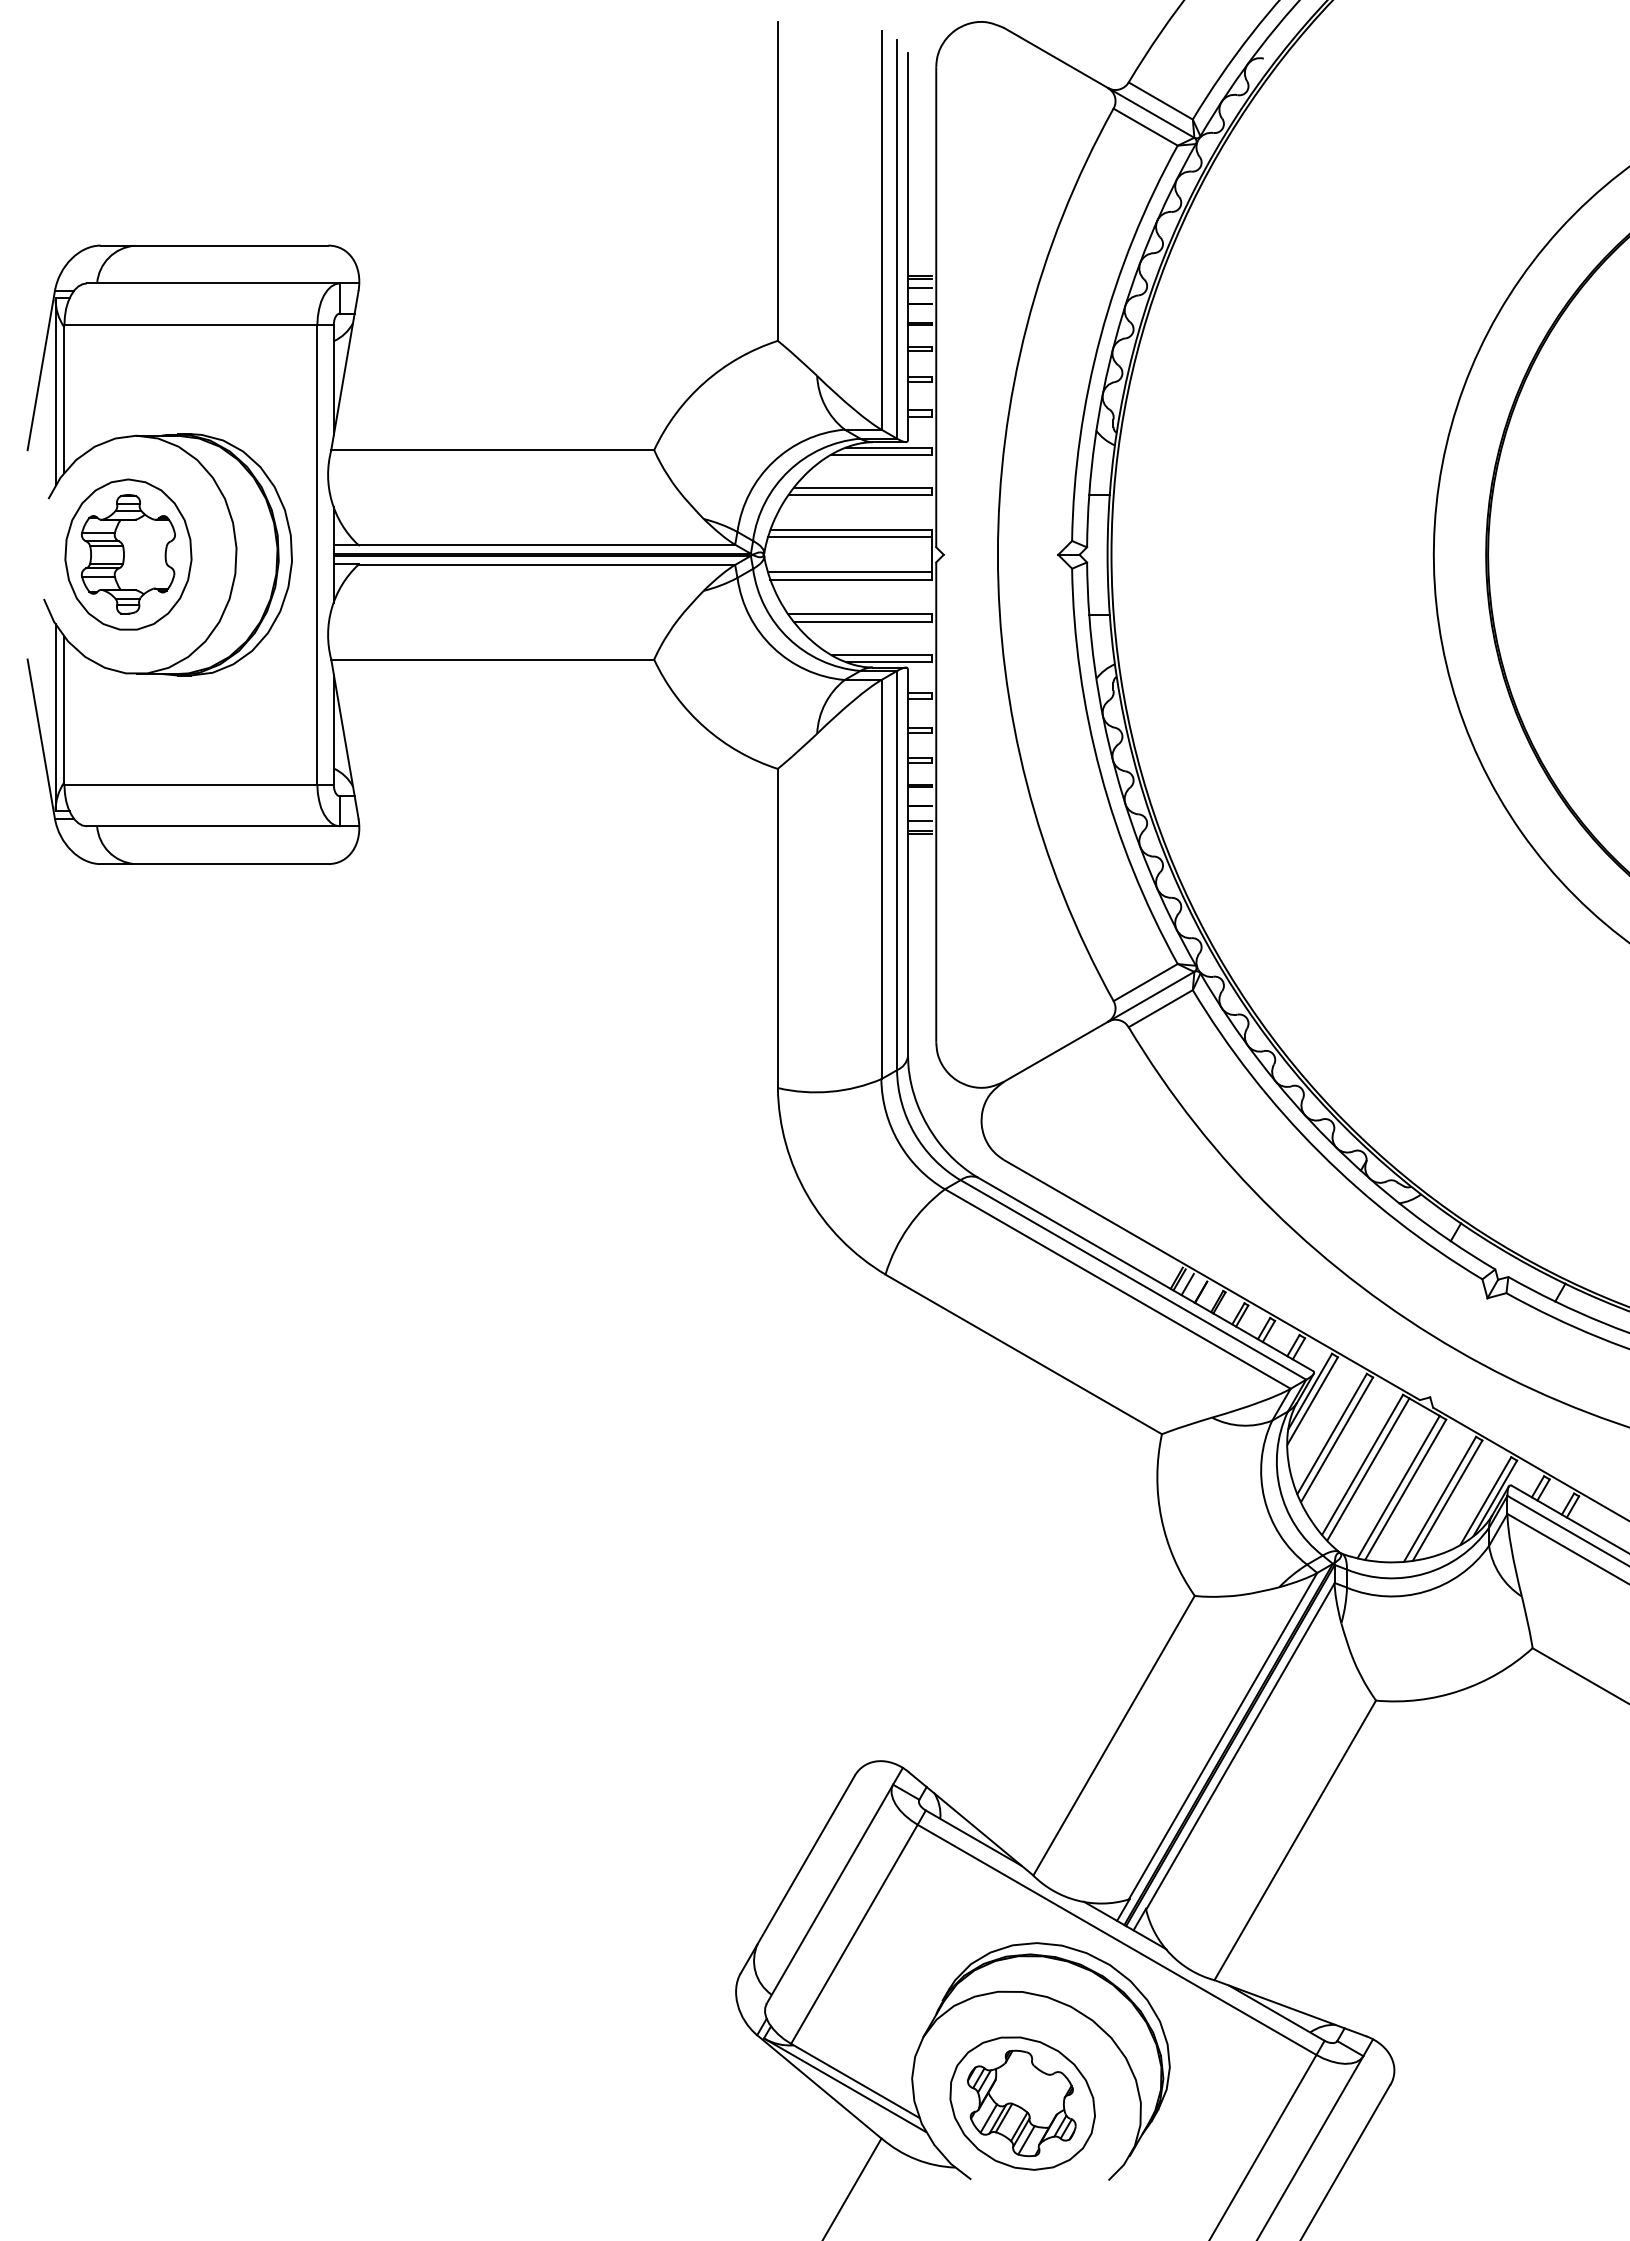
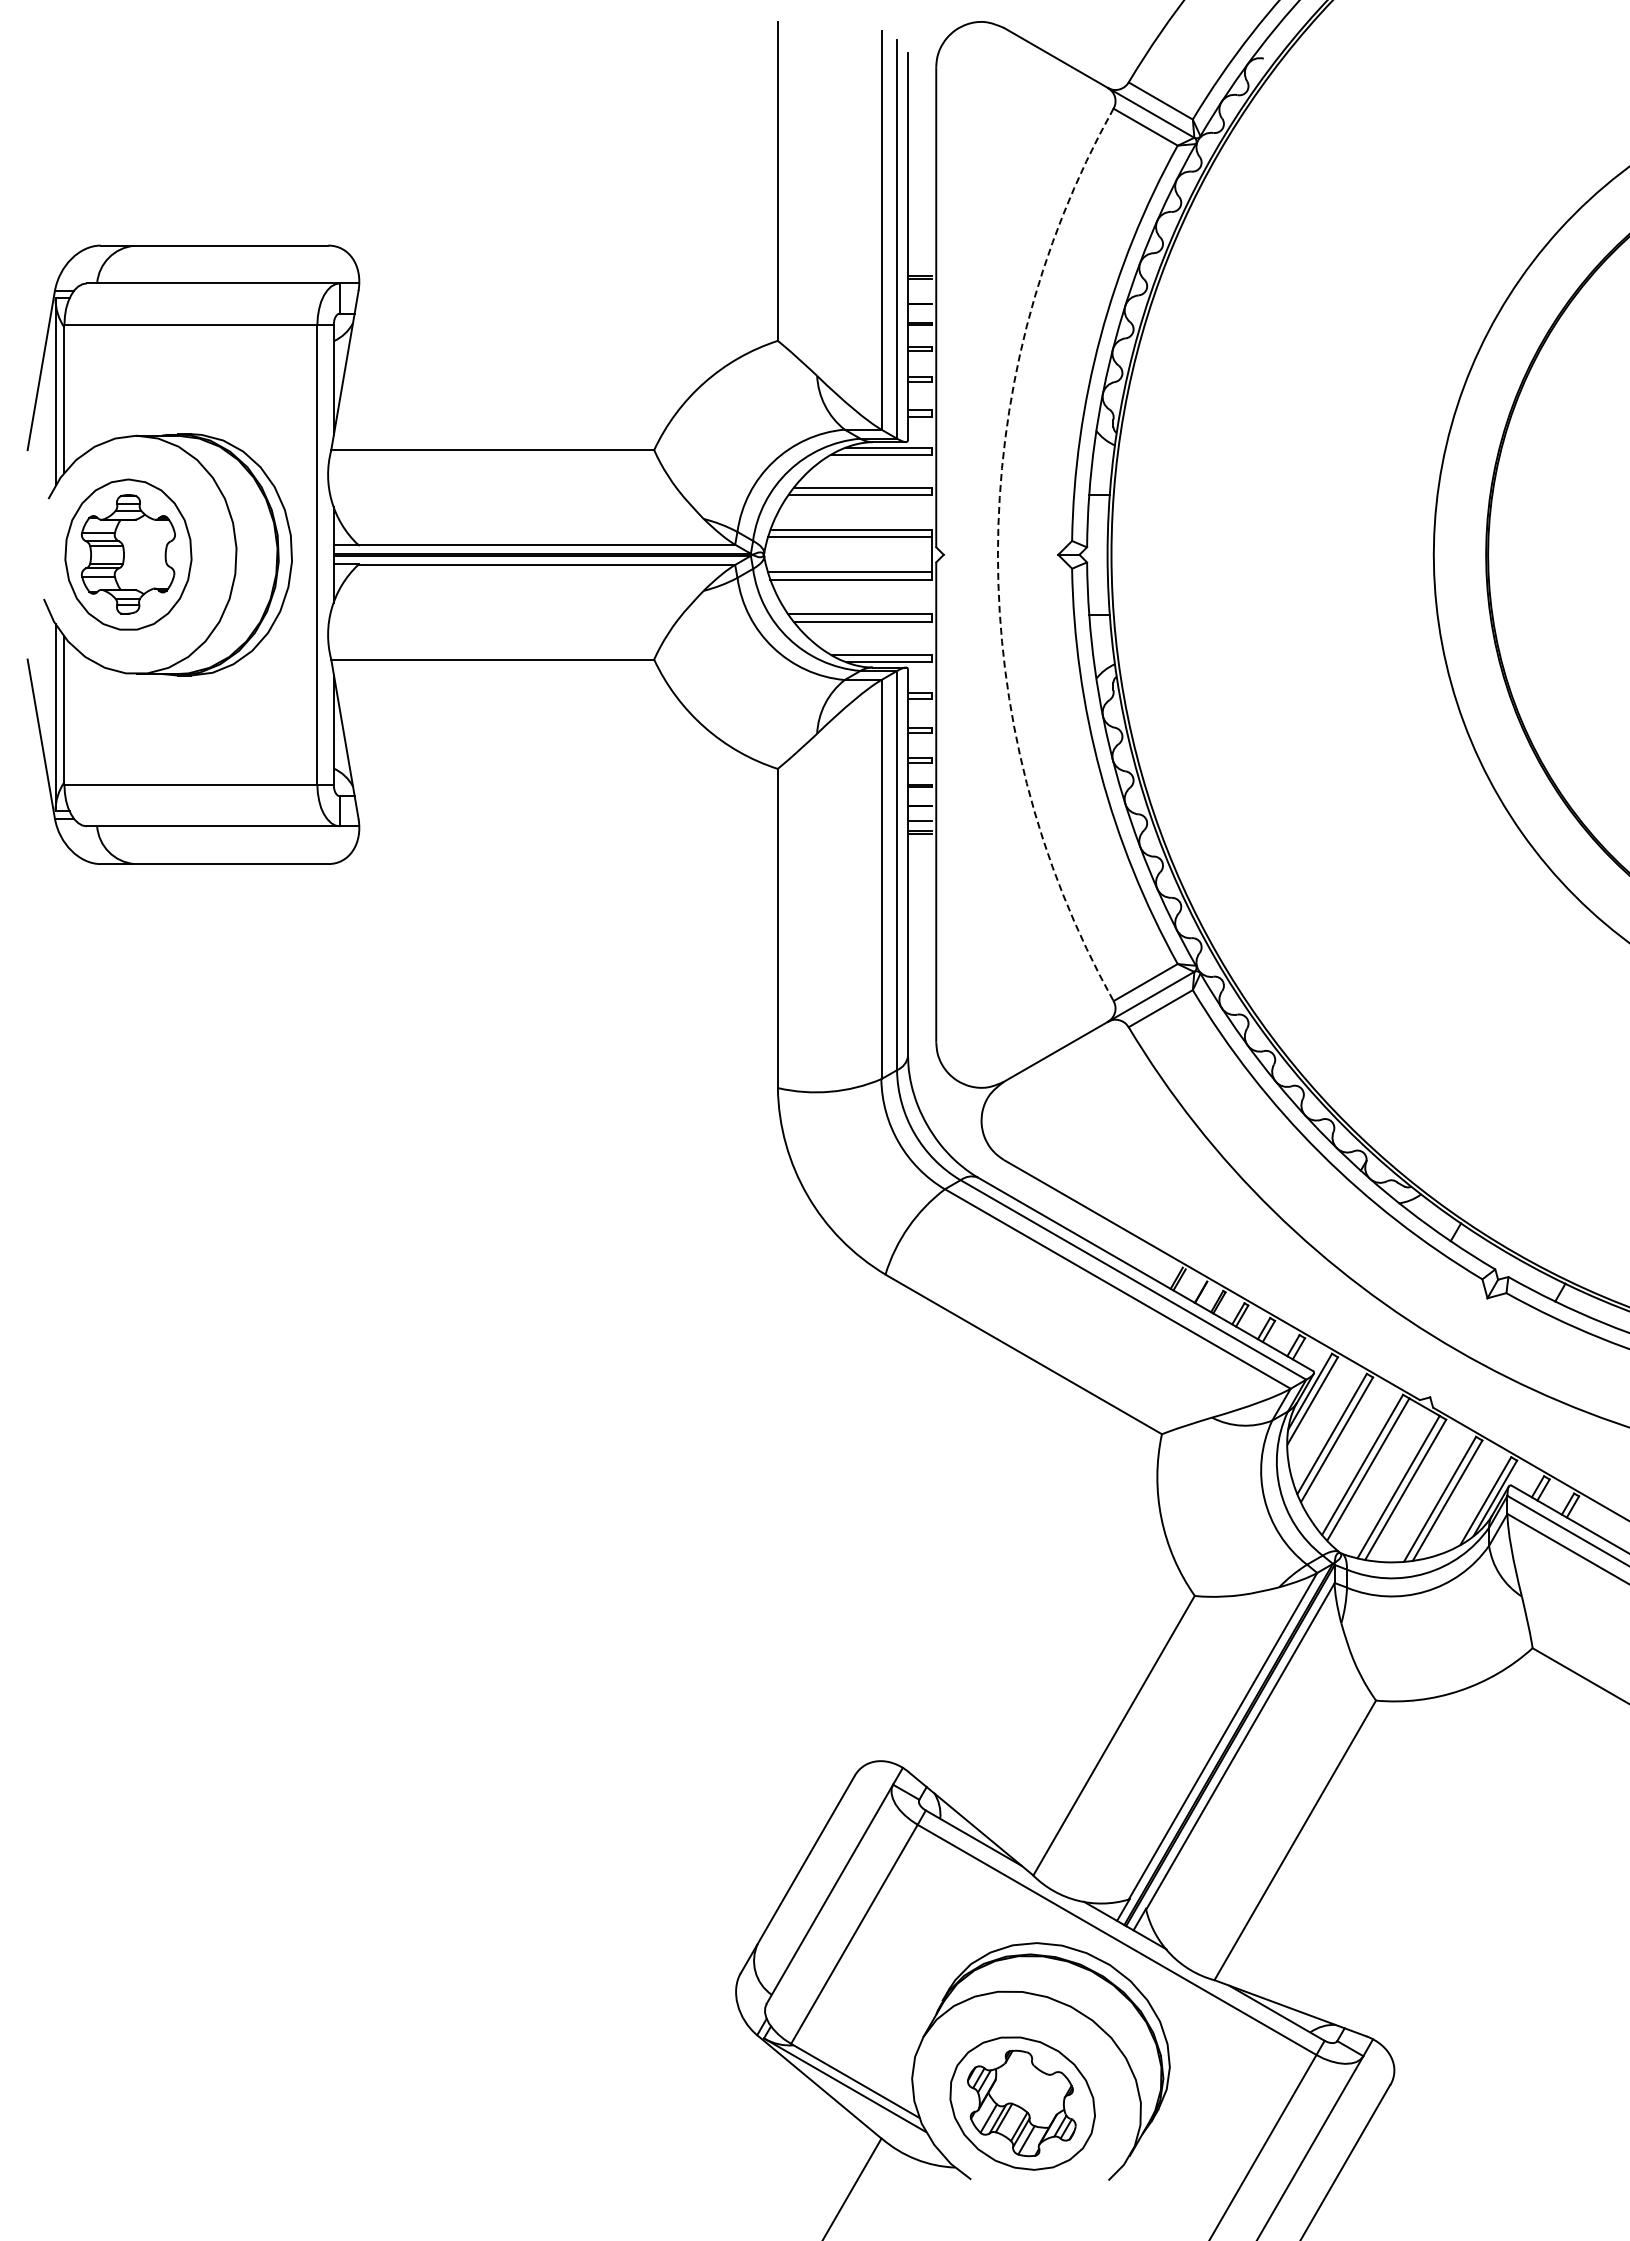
line at (920, 288): present -> none
arc at (997, 554): solid -> dashed
line at (1187, 1284): present -> none
